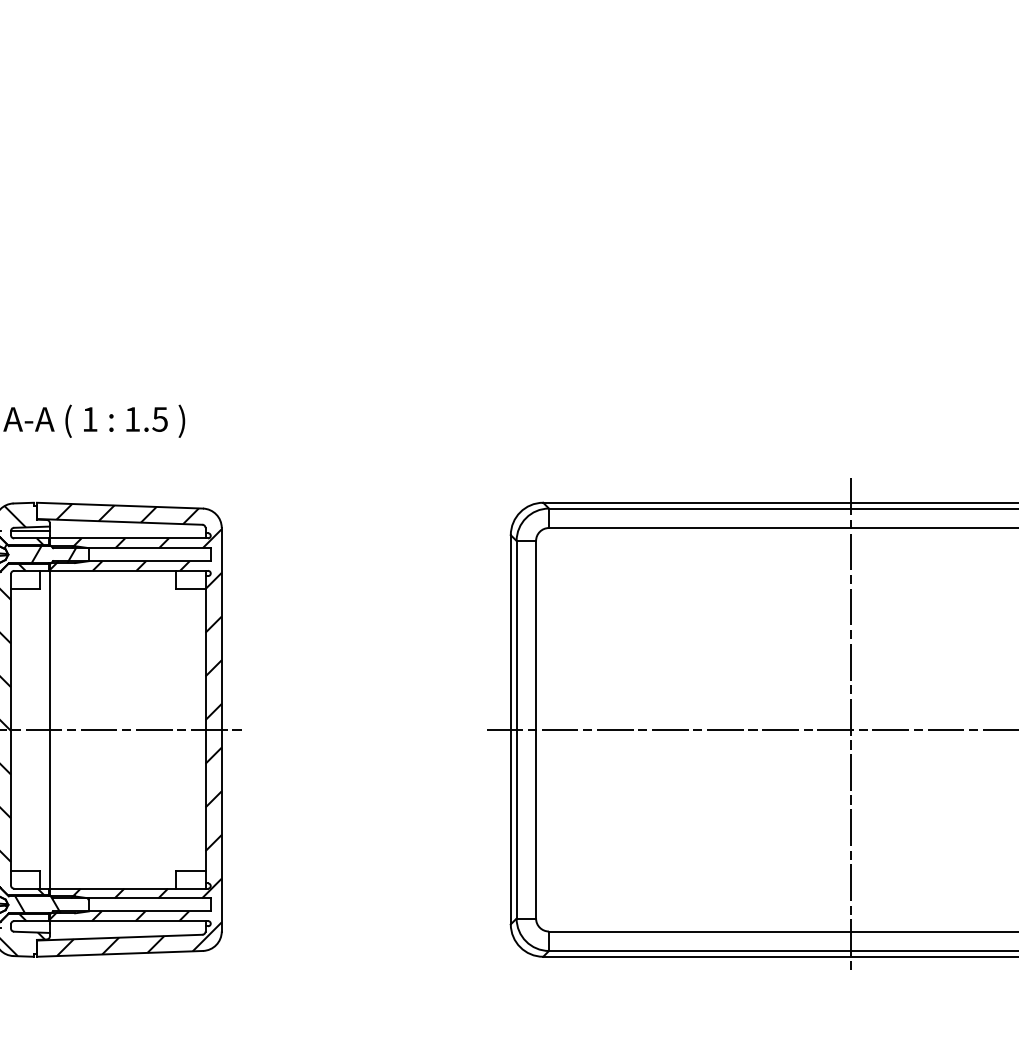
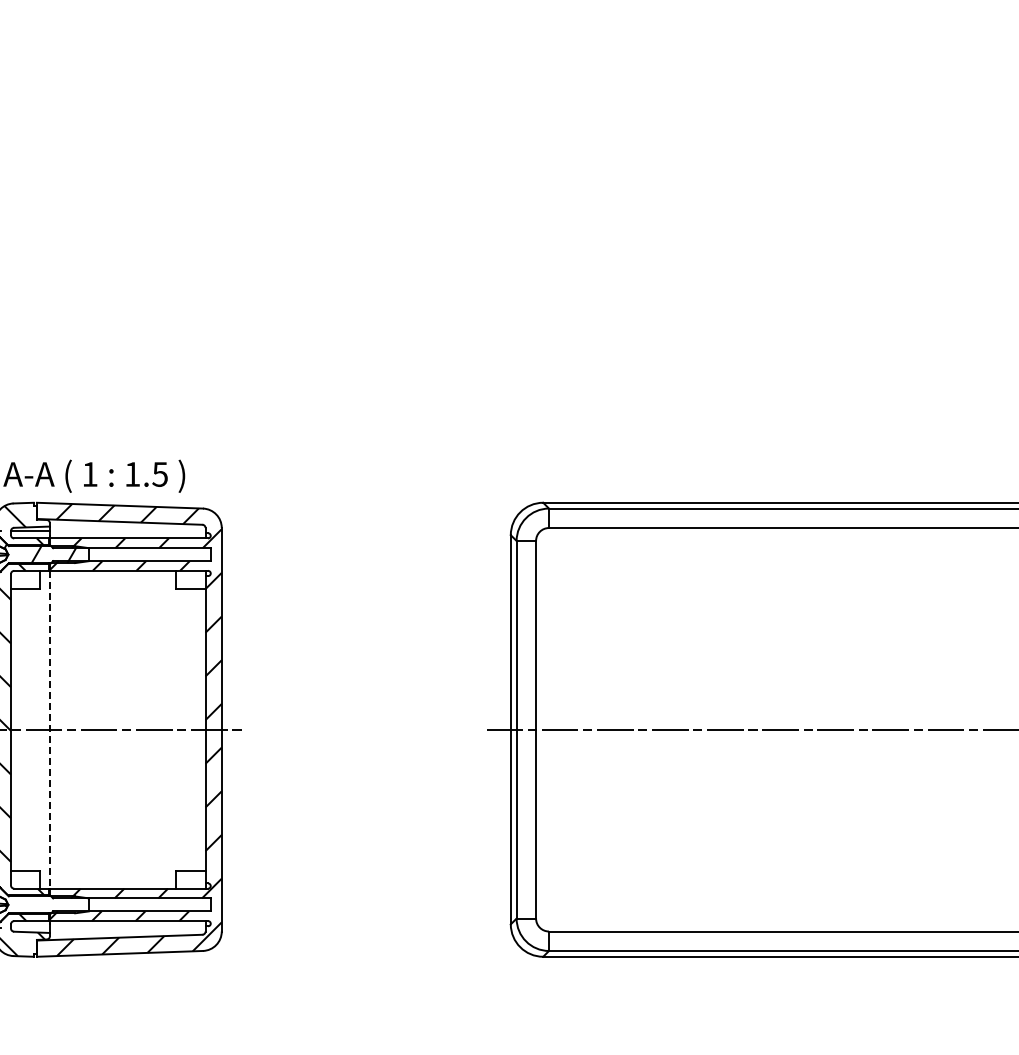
text at (94, 420) position: (94, 420) -> (94, 475)
line at (851, 726): present -> none
line at (49, 729): solid -> dashed
hatch at (51, 904): present -> none
